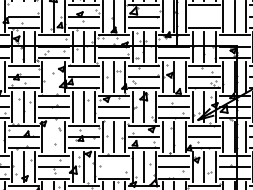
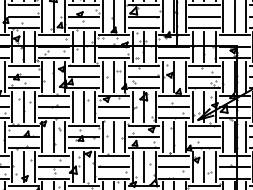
line at (23, 5): none -> present
line at (204, 16): none -> present
line at (53, 76): none -> present
line at (53, 137): none -> present
line at (113, 167): none -> present
